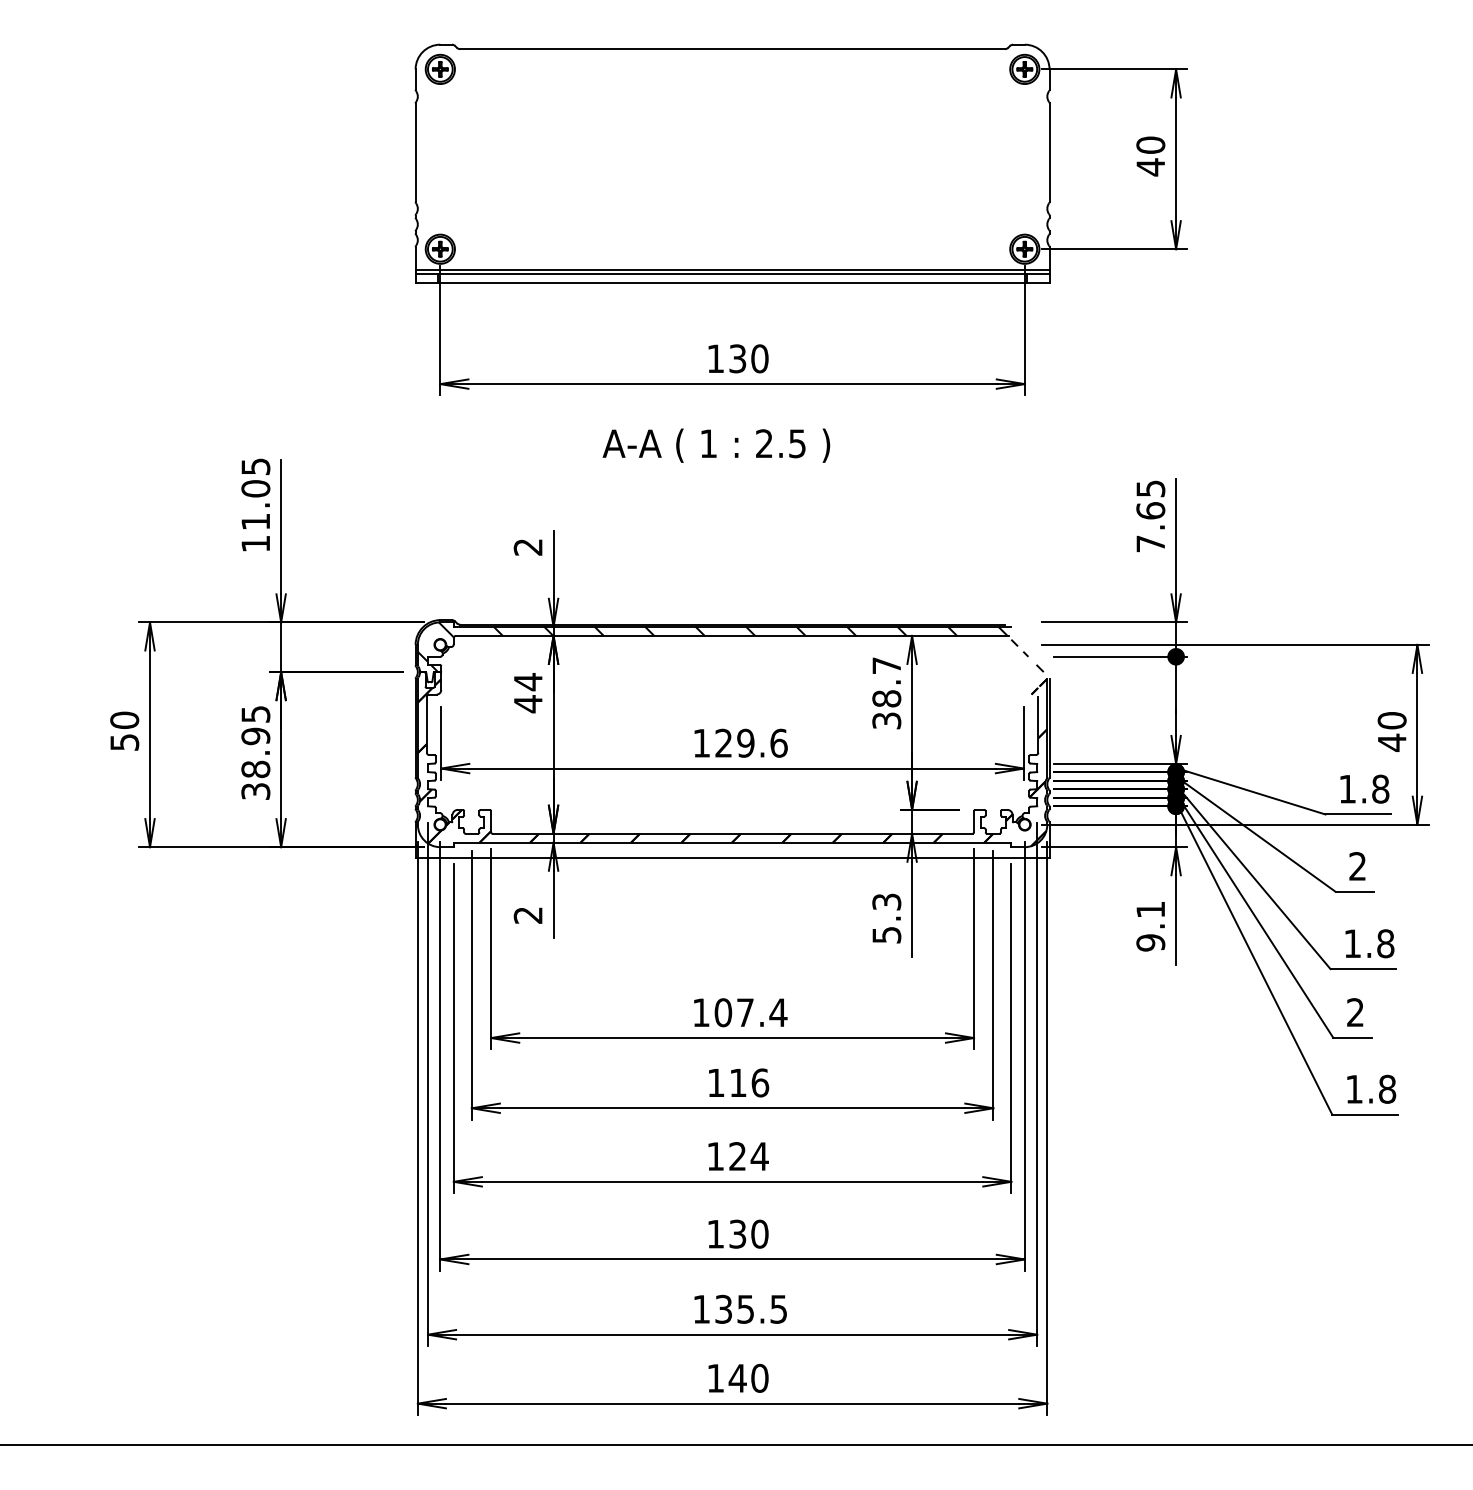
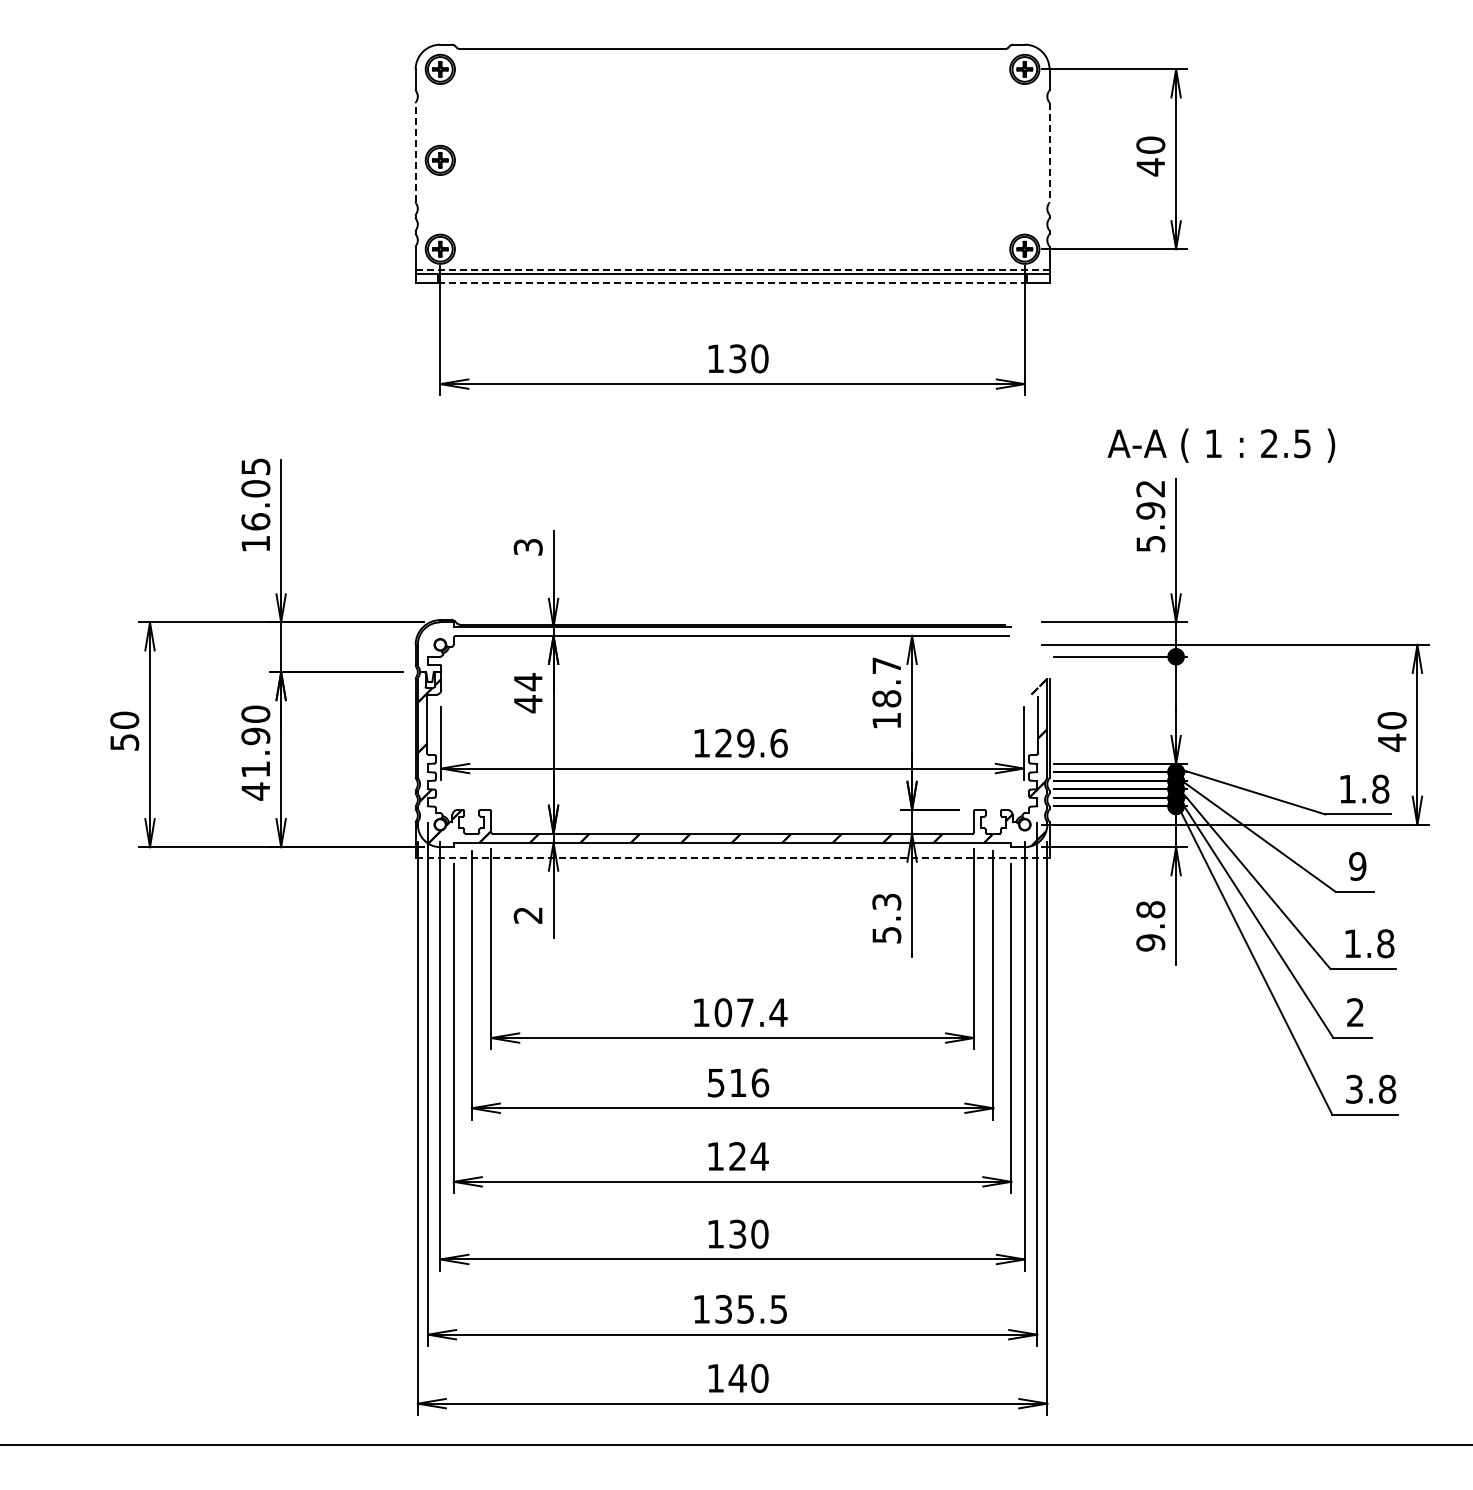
line at (415, 152): solid -> dashed
line at (1049, 153): solid -> dashed
part at (439, 159): none -> present
line at (732, 269): solid -> dashed
line at (733, 282): solid -> dashed
text at (716, 445) position: (716, 445) -> (1221, 445)
text at (1150, 516): 7.65 -> 5.92
text at (255, 521): 11.05 -> 16.05
text at (528, 547): 2 -> 3
hatch at (730, 647): present -> none
text at (886, 720): 38.7 -> 18.7
text at (255, 752): 38.95 -> 41.90
line at (732, 858): solid -> dashed
text at (1357, 866): 2 -> 9
text at (1150, 909): 9.1 -> 9.8
text at (716, 1083): 116 -> 516
text at (1354, 1088): 1.8 -> 3.8
